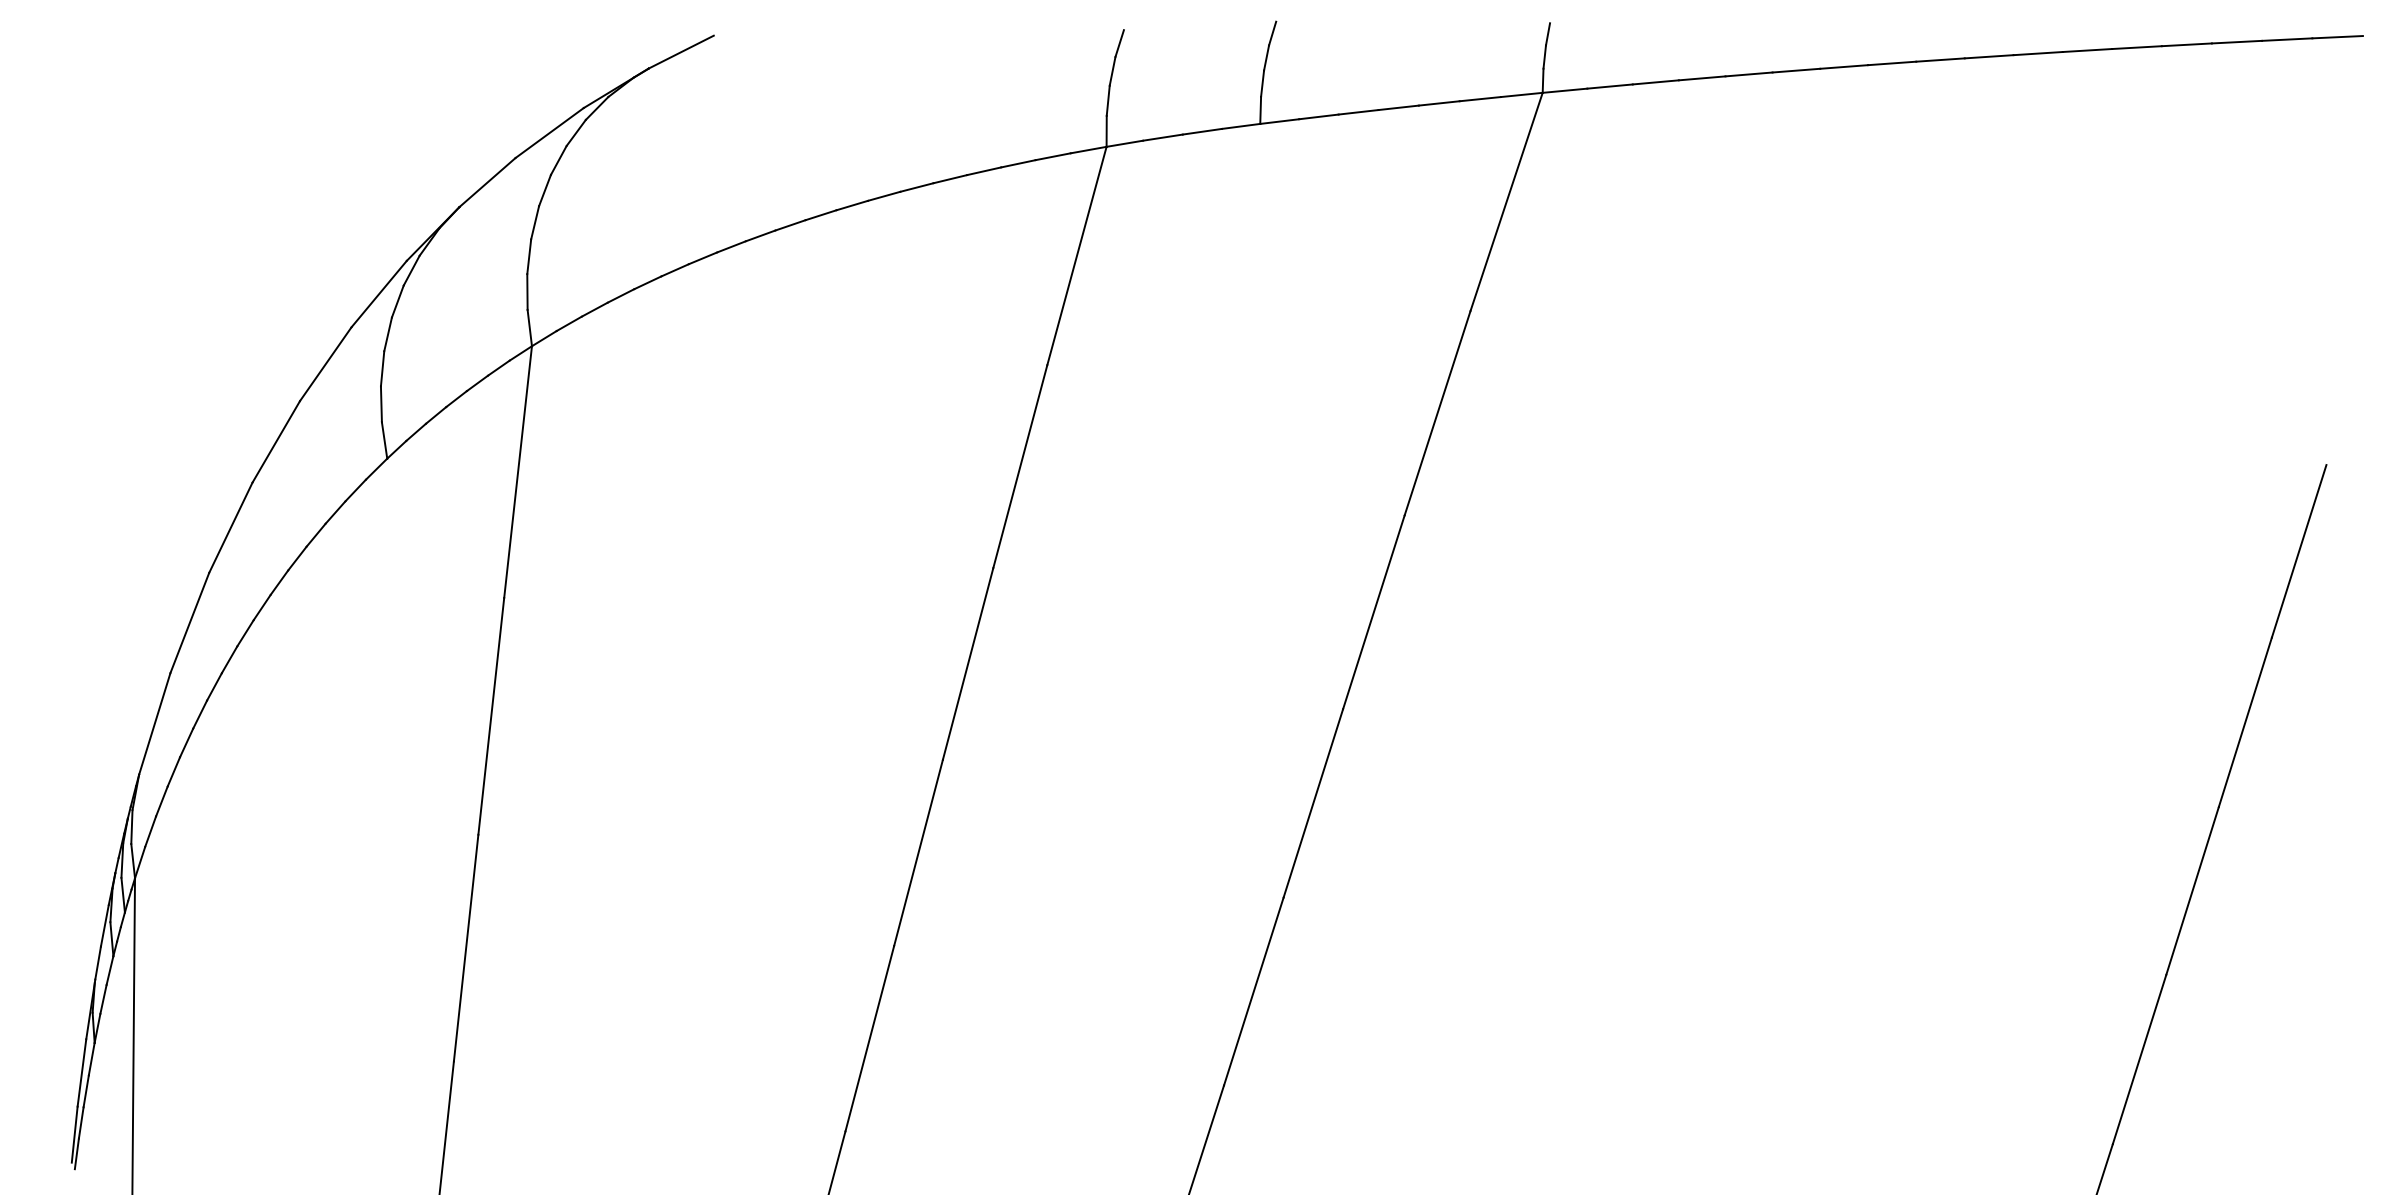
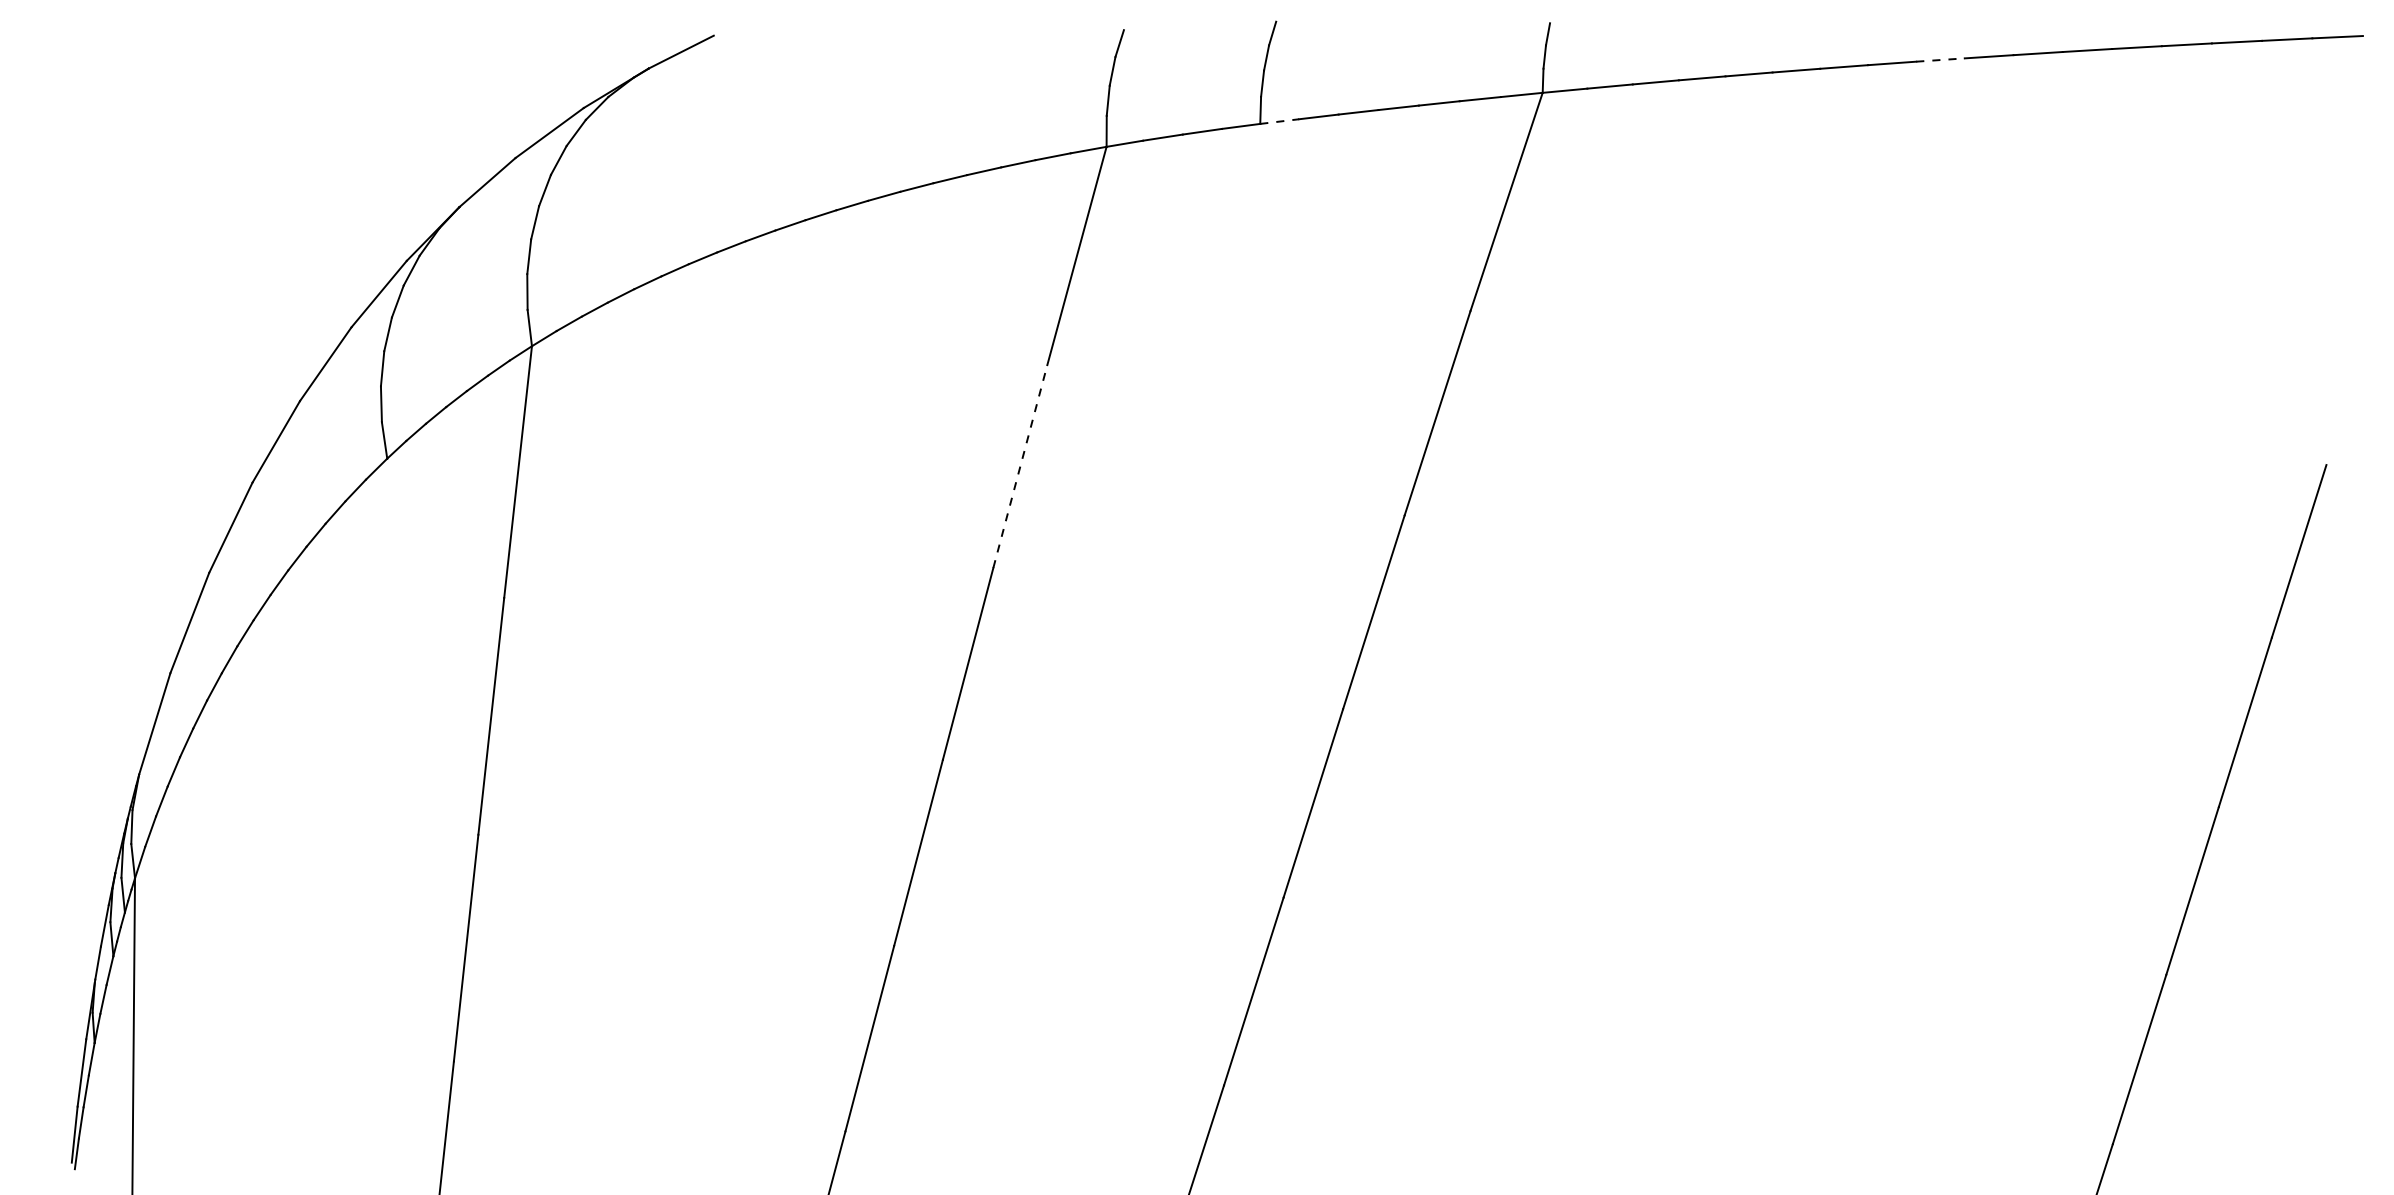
line at (1940, 60): solid -> dashed
line at (1279, 121): solid -> dashed
line at (1020, 466): solid -> dashed
